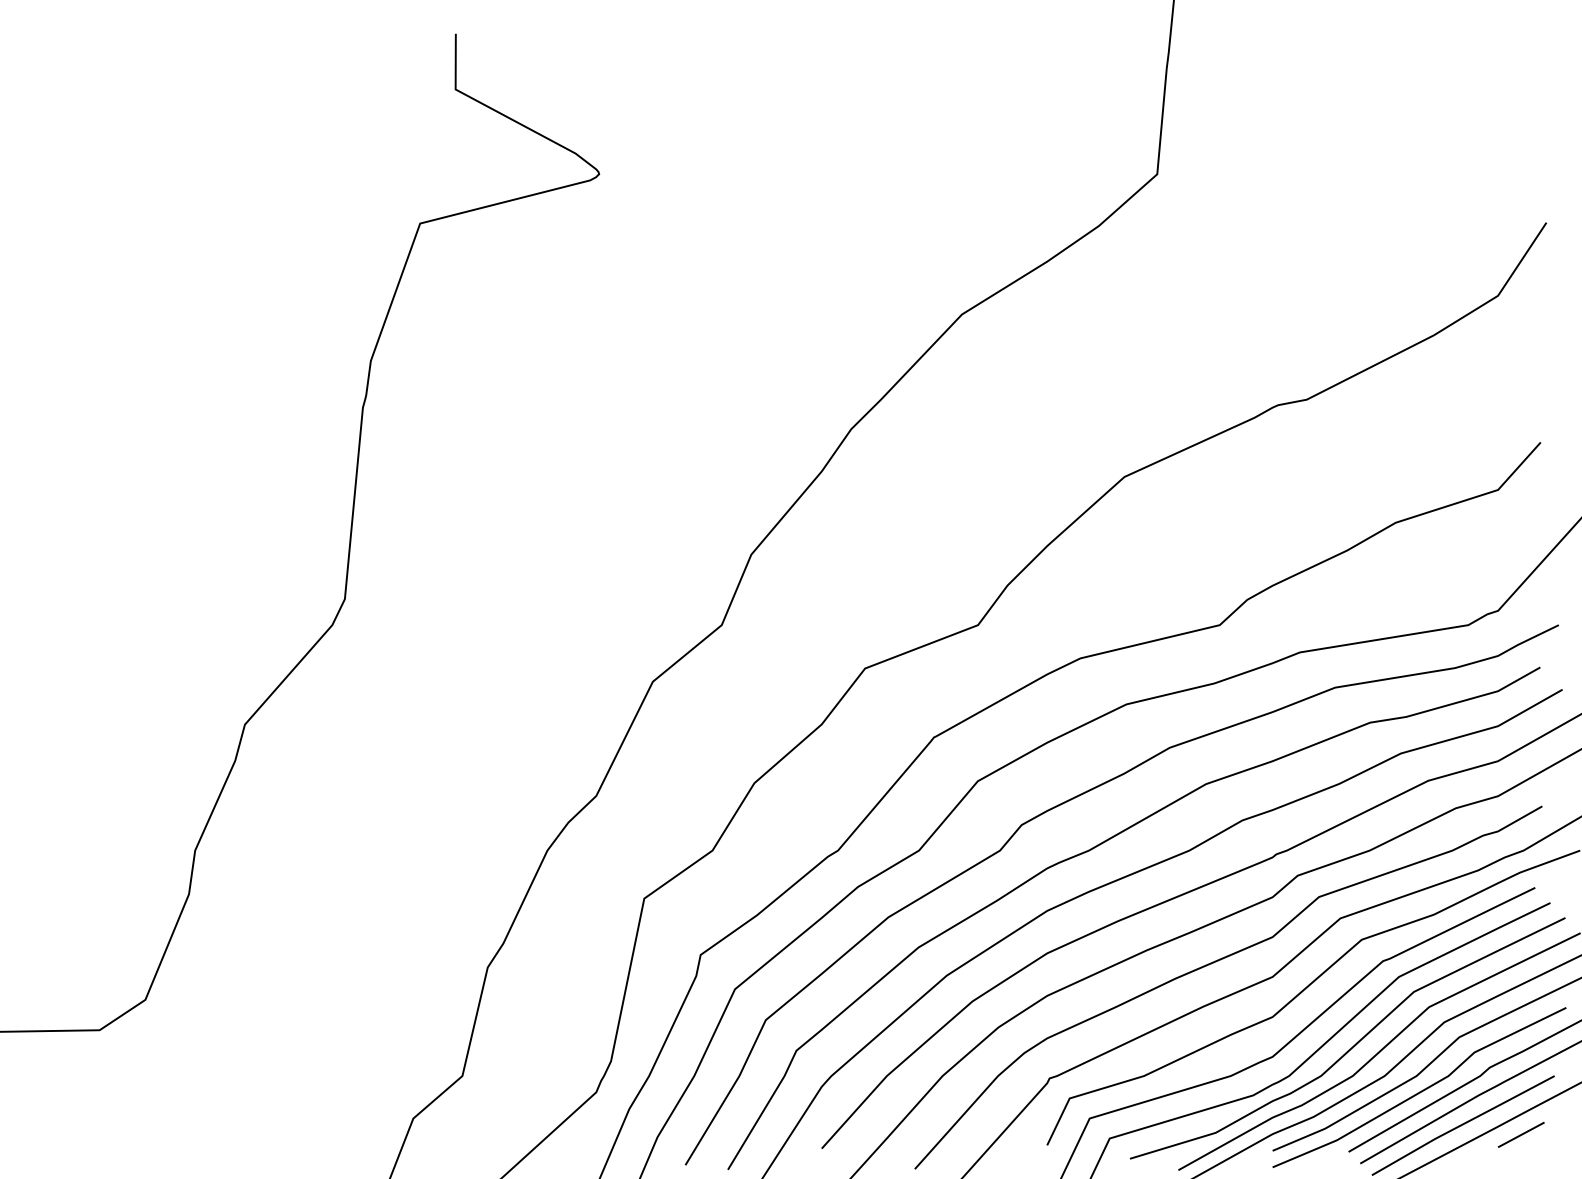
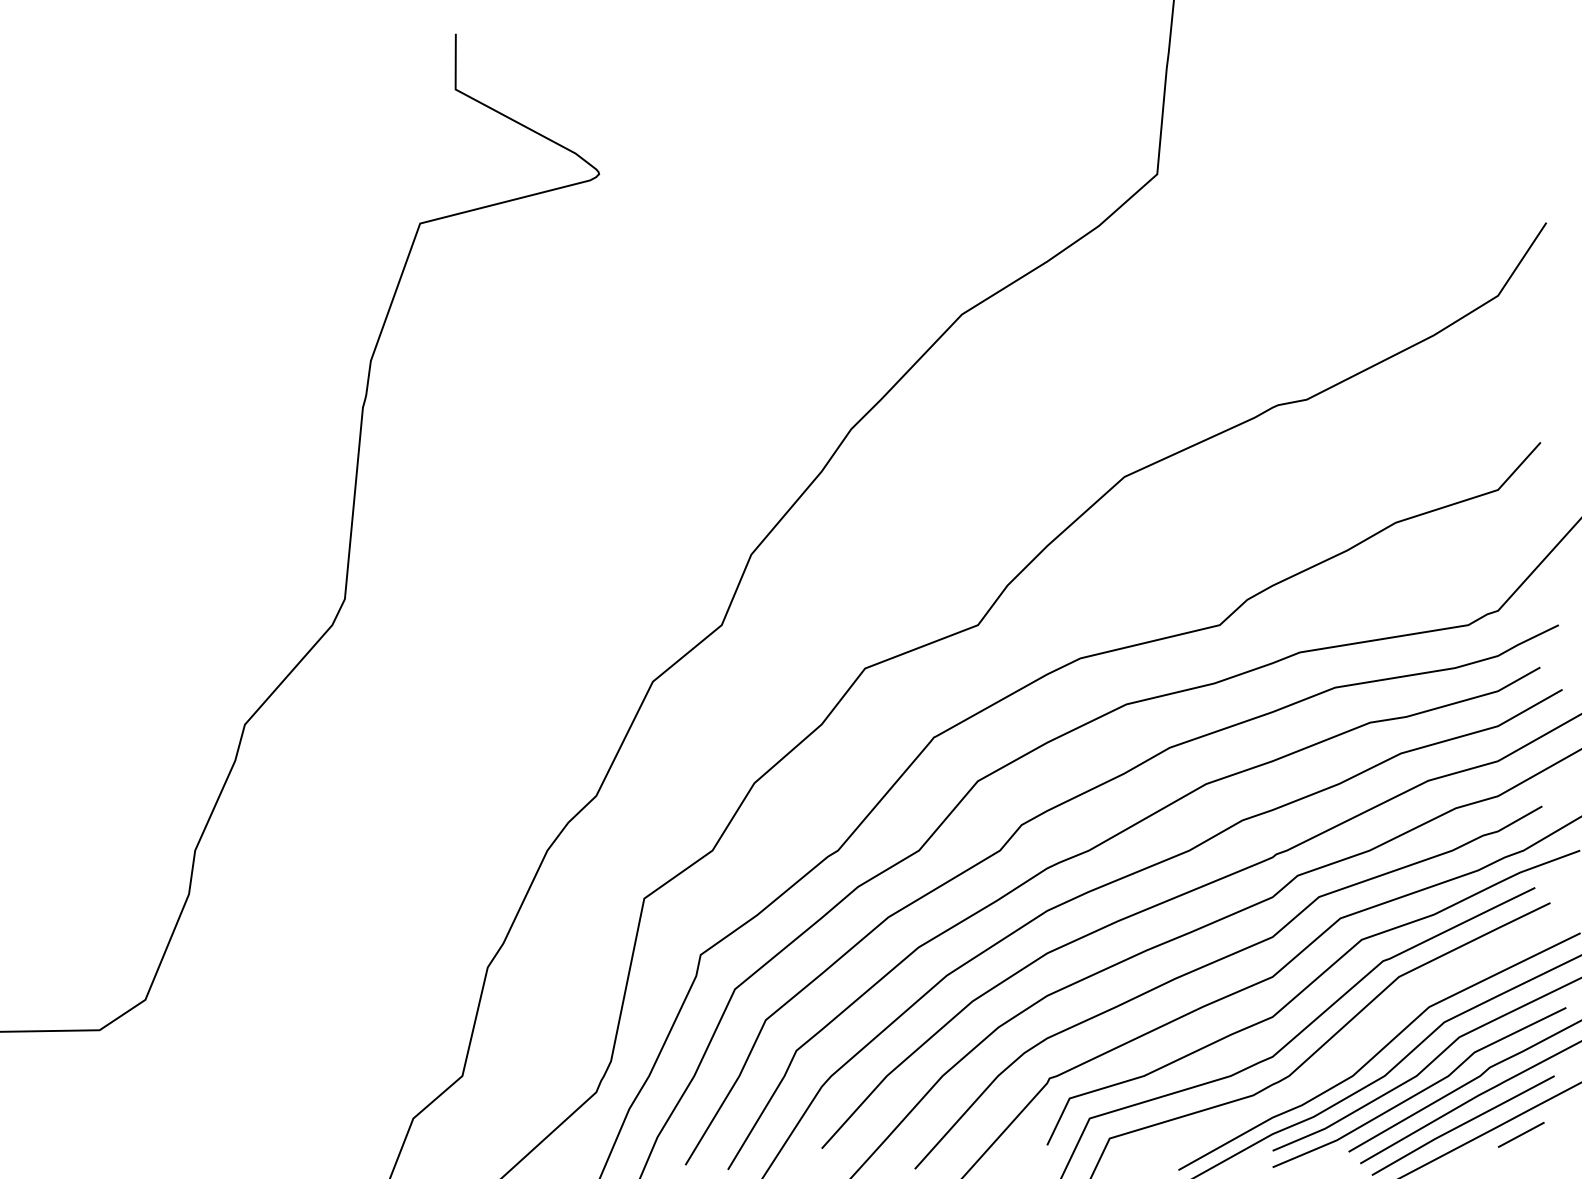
curve at (1354, 1044): present -> none
